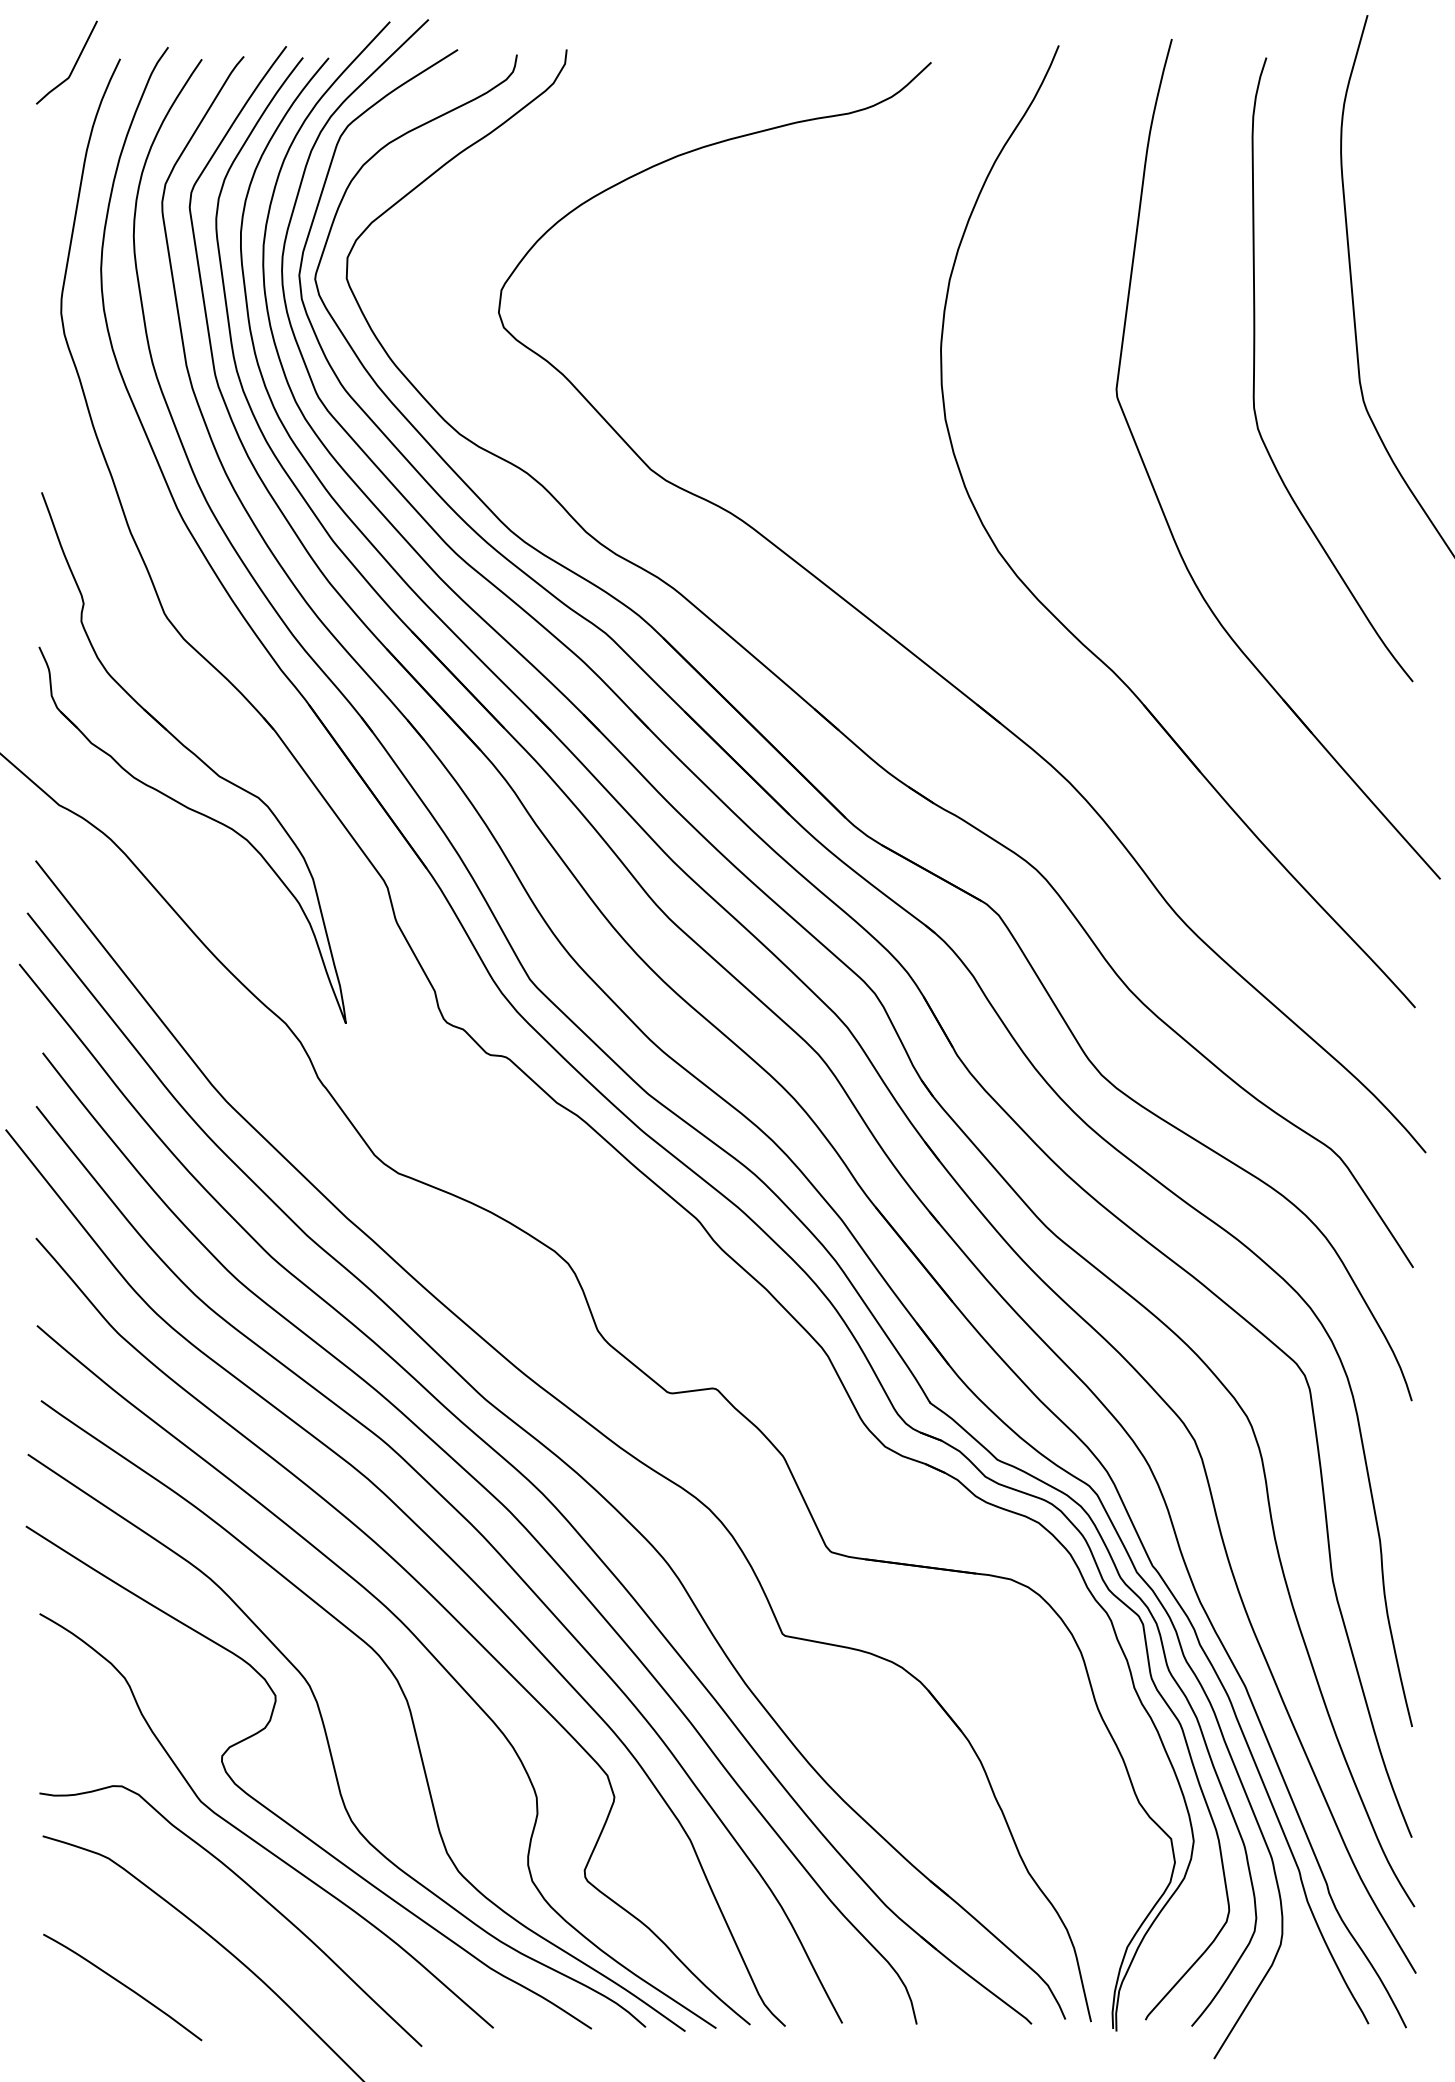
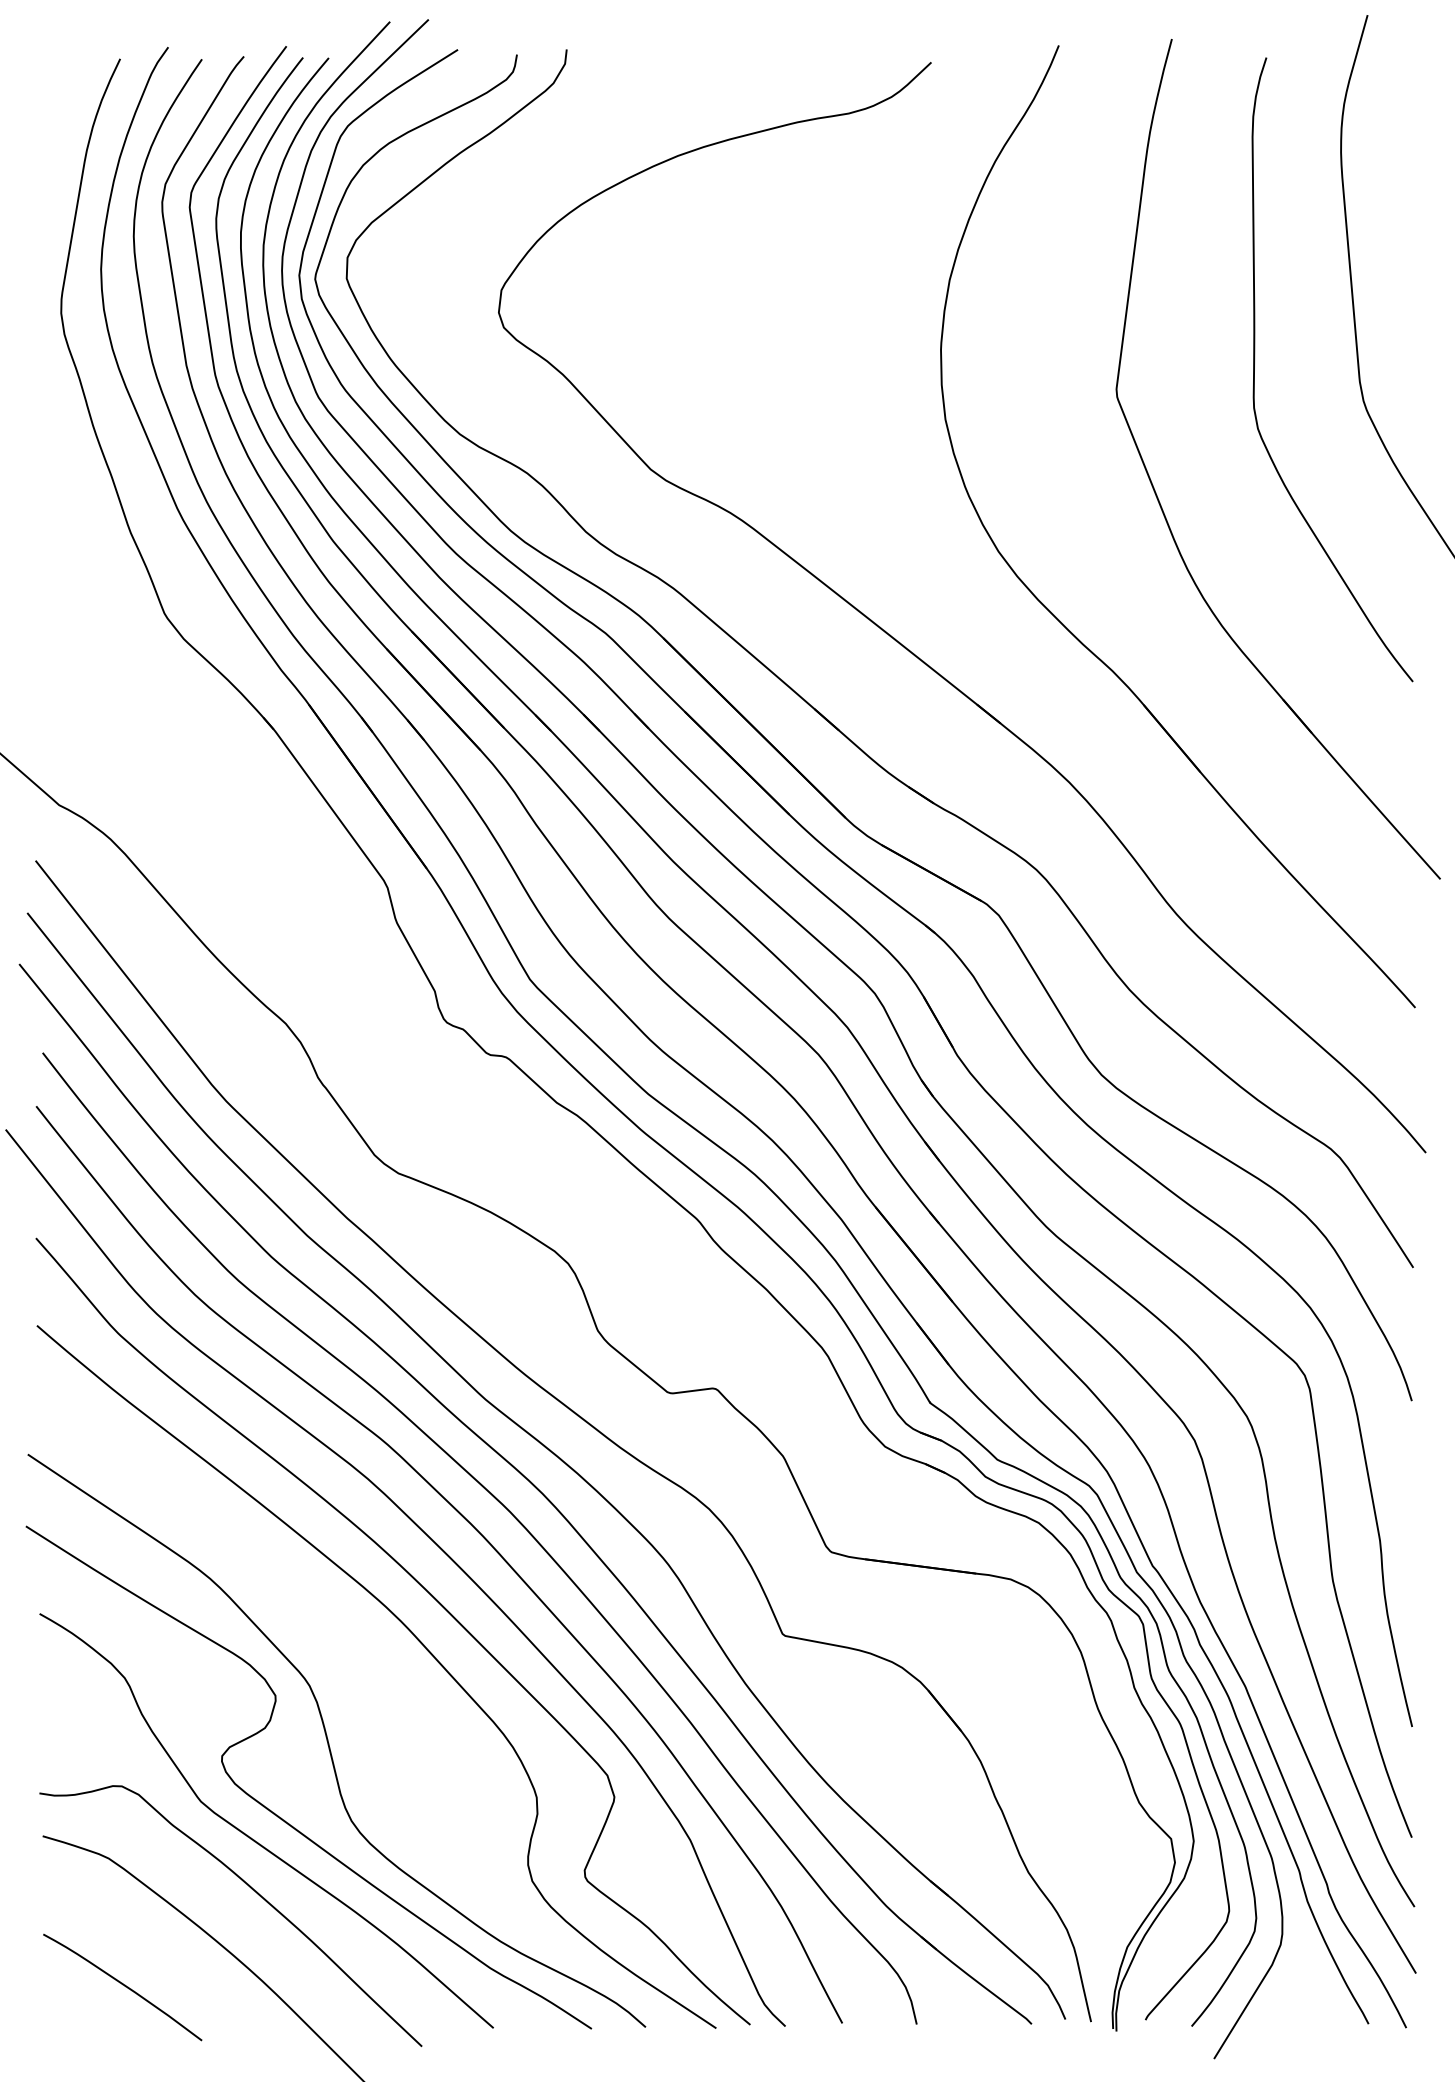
curve at (73, 66): present -> none
part at (192, 757): present -> none
curve at (404, 1698): present -> none
